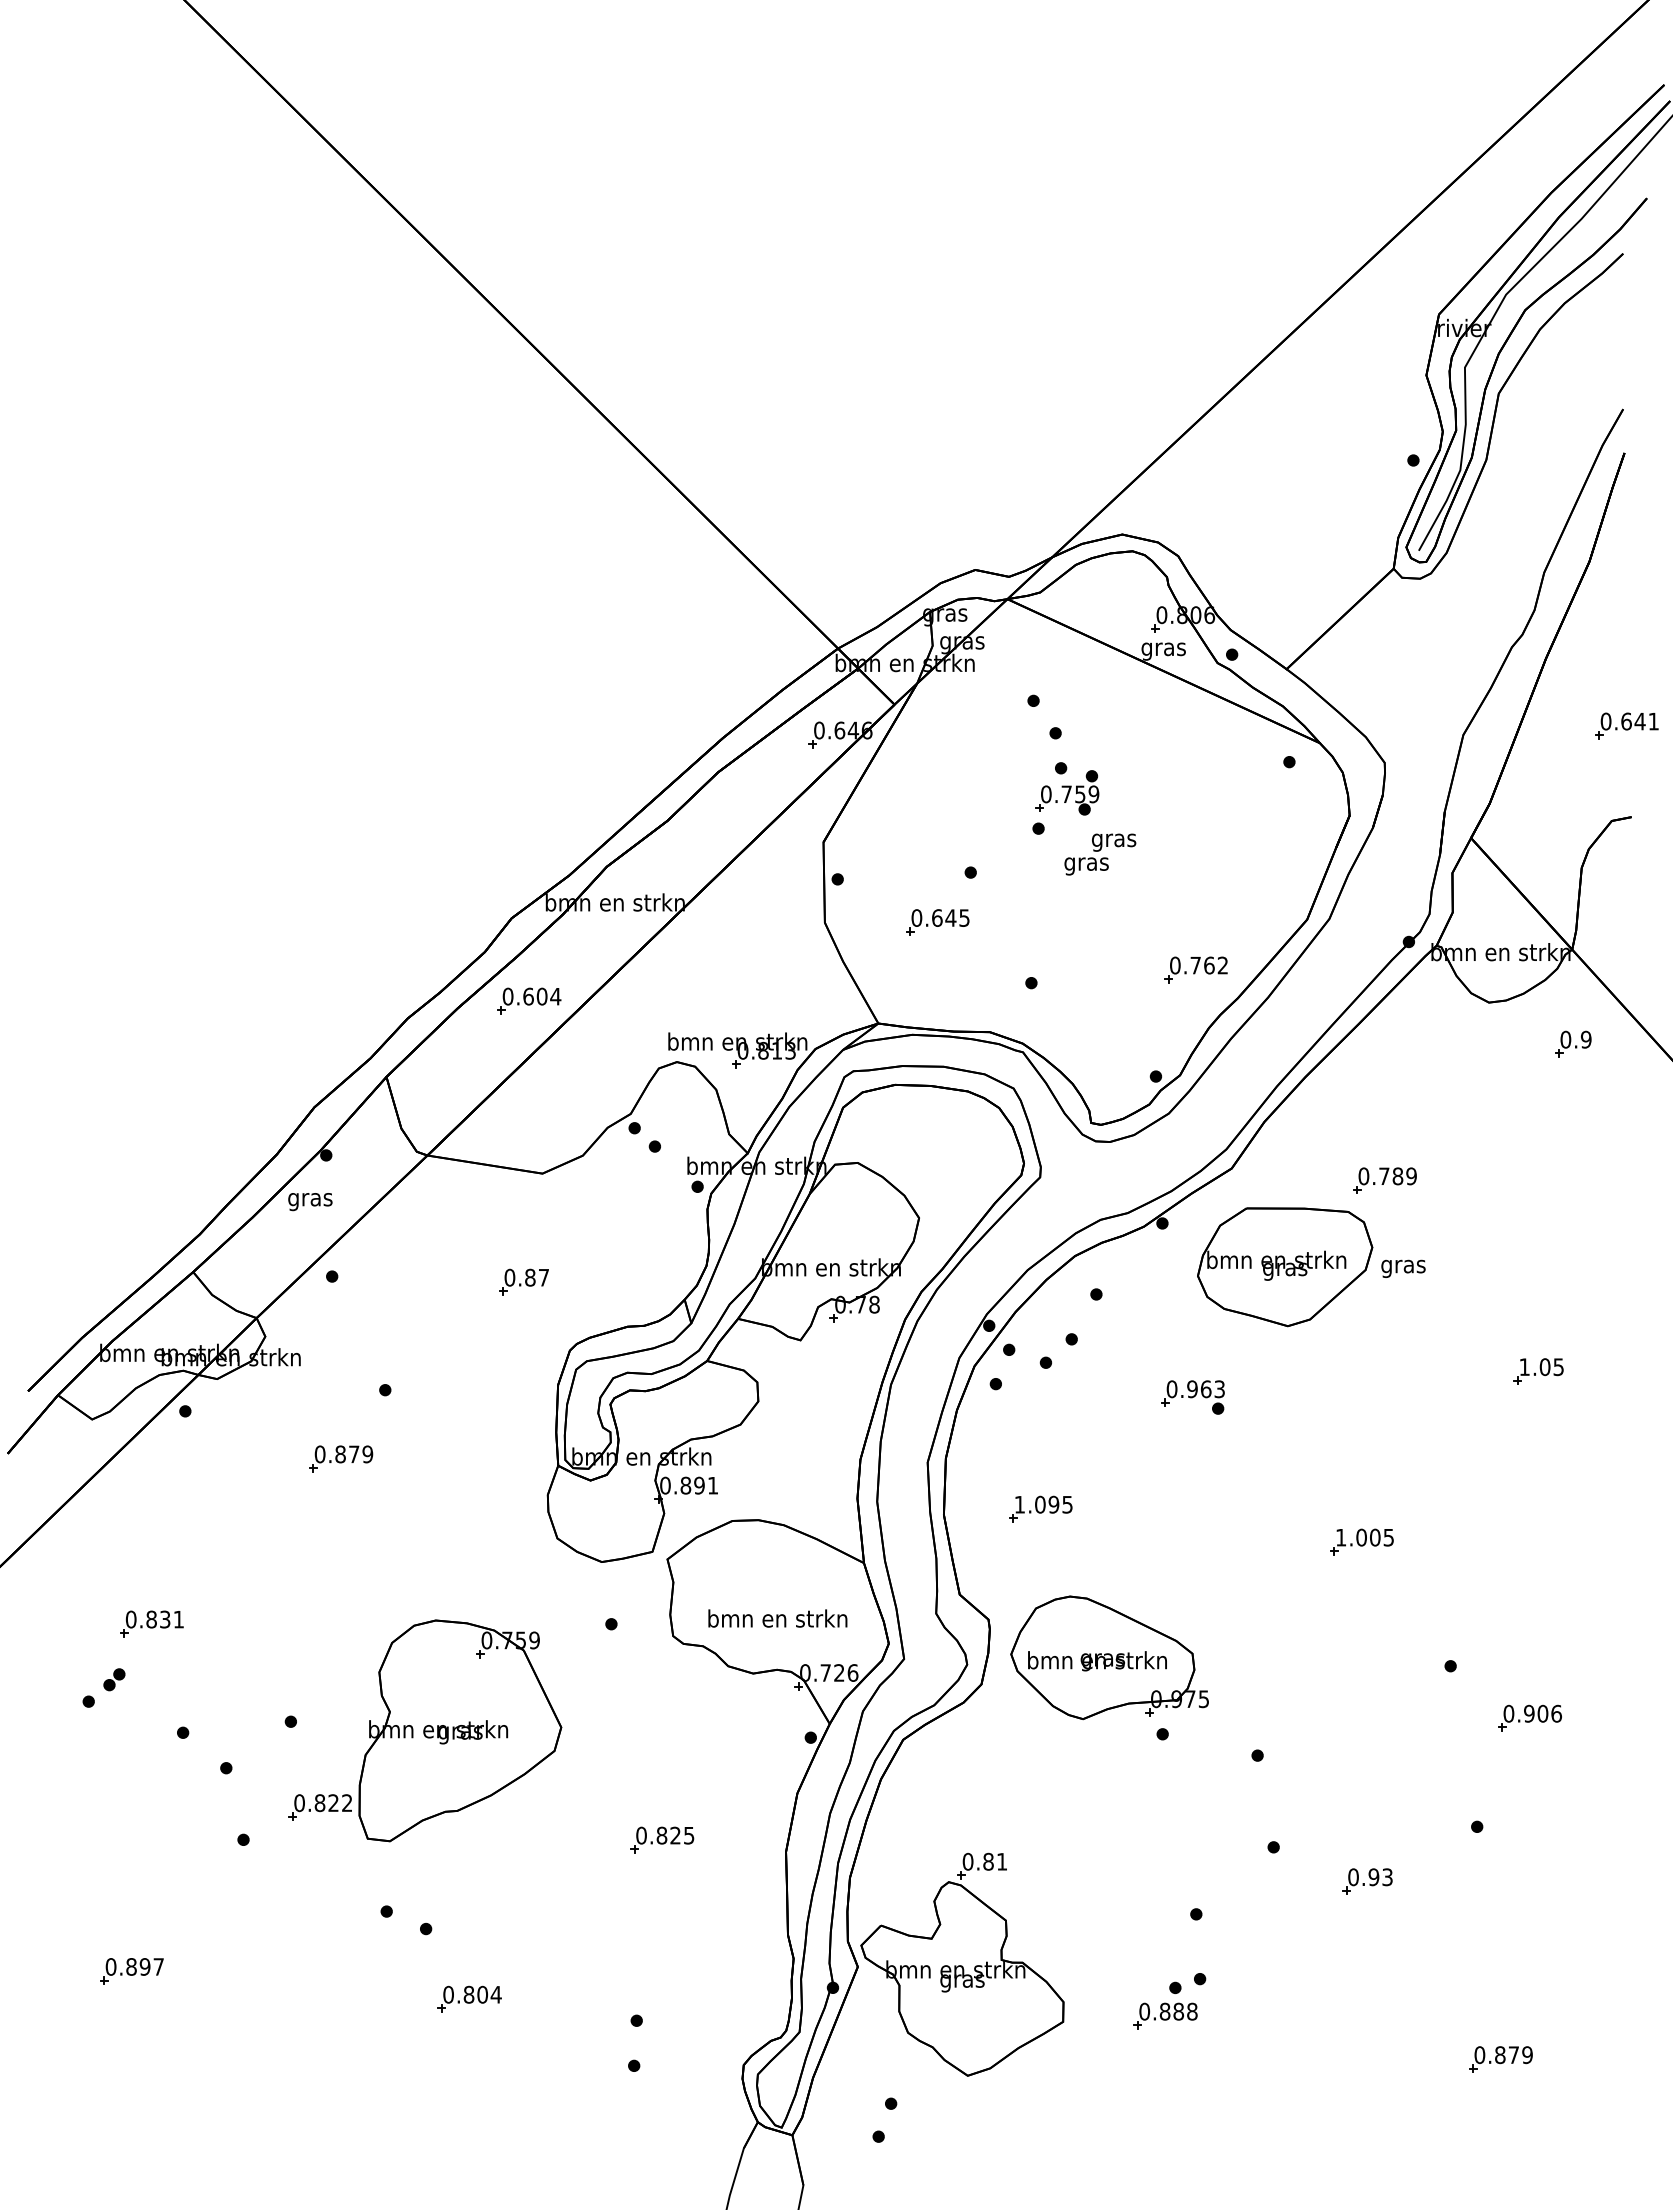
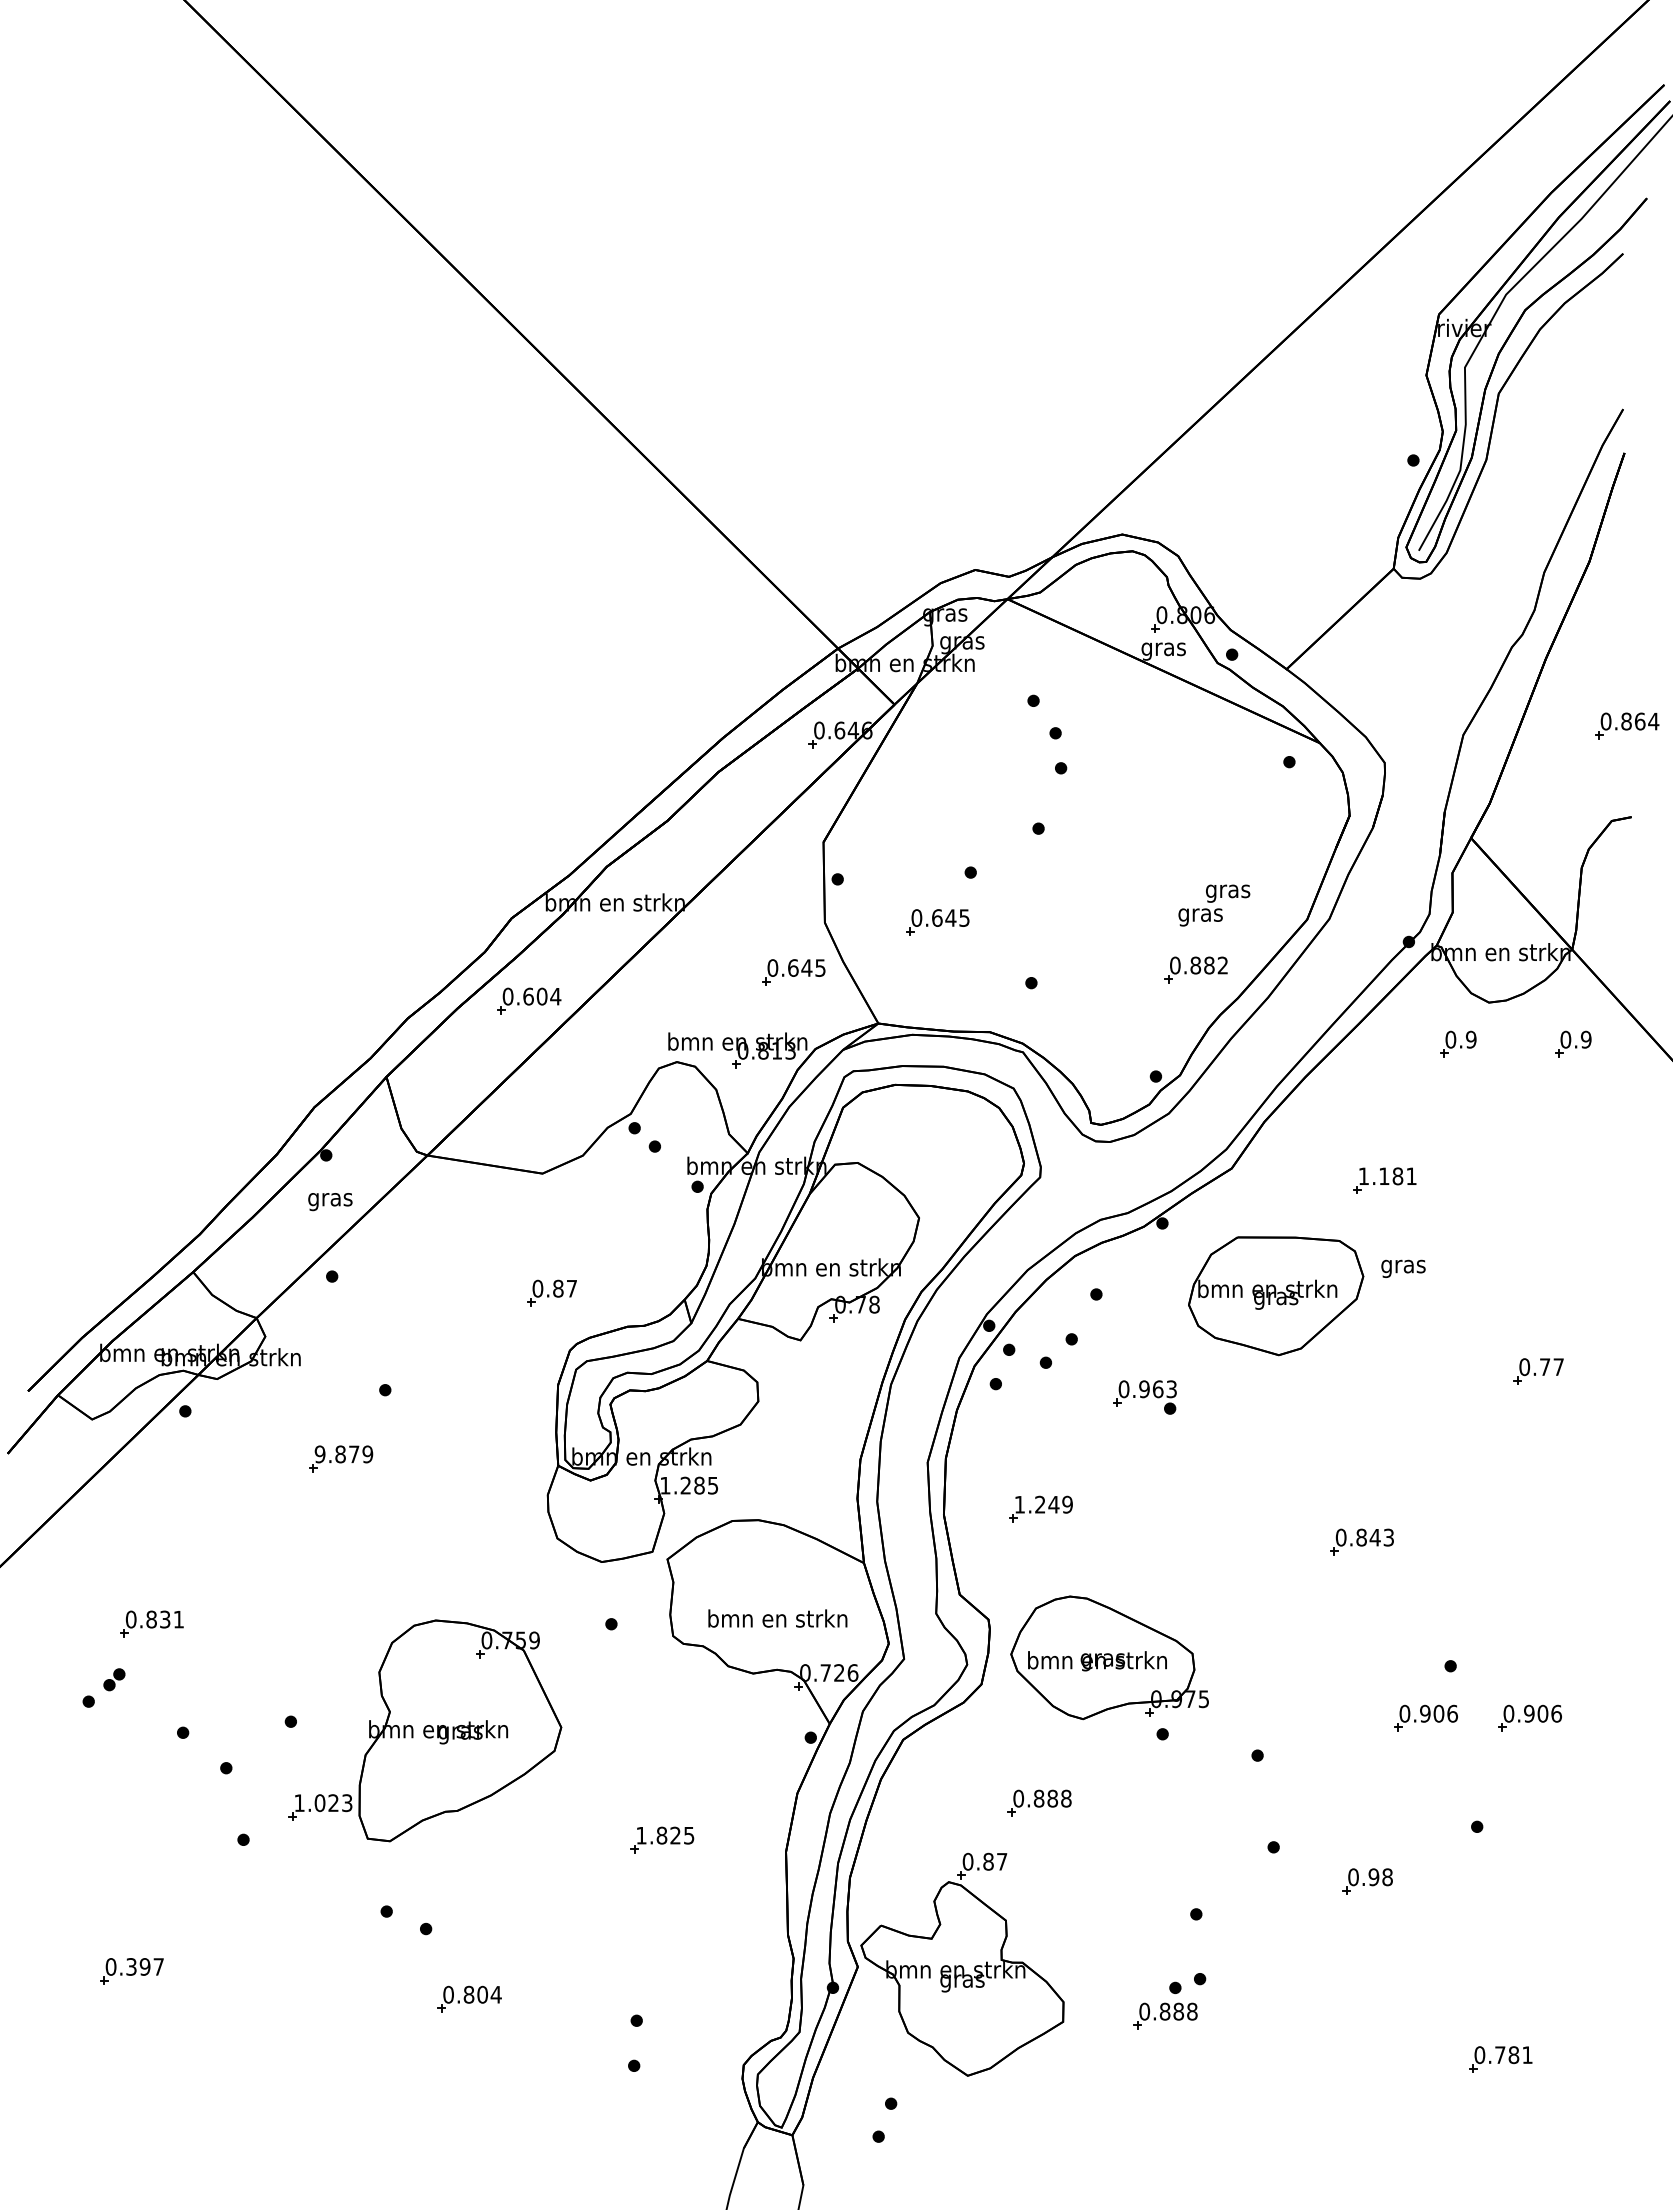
text at (1640, 721): 0.641 -> 0.864
part at (1067, 792): present -> none
text at (1100, 854) position: (1100, 854) -> (1214, 905)
text at (1202, 965): 0.762 -> 0.882
part at (793, 972): none -> present
part at (1458, 1043): none -> present
text at (1387, 1176): 0.789 -> 1.181
text at (310, 1202) position: (310, 1202) -> (330, 1202)
part at (1285, 1267) position: (1285, 1267) -> (1276, 1296)
part at (523, 1281) position: (523, 1281) -> (551, 1292)
text at (1541, 1367): 1.05 -> 0.77
part at (1192, 1397) position: (1192, 1397) -> (1144, 1397)
text at (319, 1454): 0.879 -> 9.879
text at (689, 1485): 0.891 -> 1.285
text at (1053, 1504): 1.095 -> 1.249
text at (1364, 1537): 1.005 -> 0.843
part at (1425, 1717): none -> present
part at (1039, 1802): none -> present
text at (323, 1803): 0.822 -> 1.023
text at (641, 1835): 0.825 -> 1.825
text at (1002, 1861): 0.81 -> 0.87
text at (1387, 1877): 0.93 -> 0.98
text at (131, 1966): 0.897 -> 0.397
text at (1513, 2055): 0.879 -> 0.781
